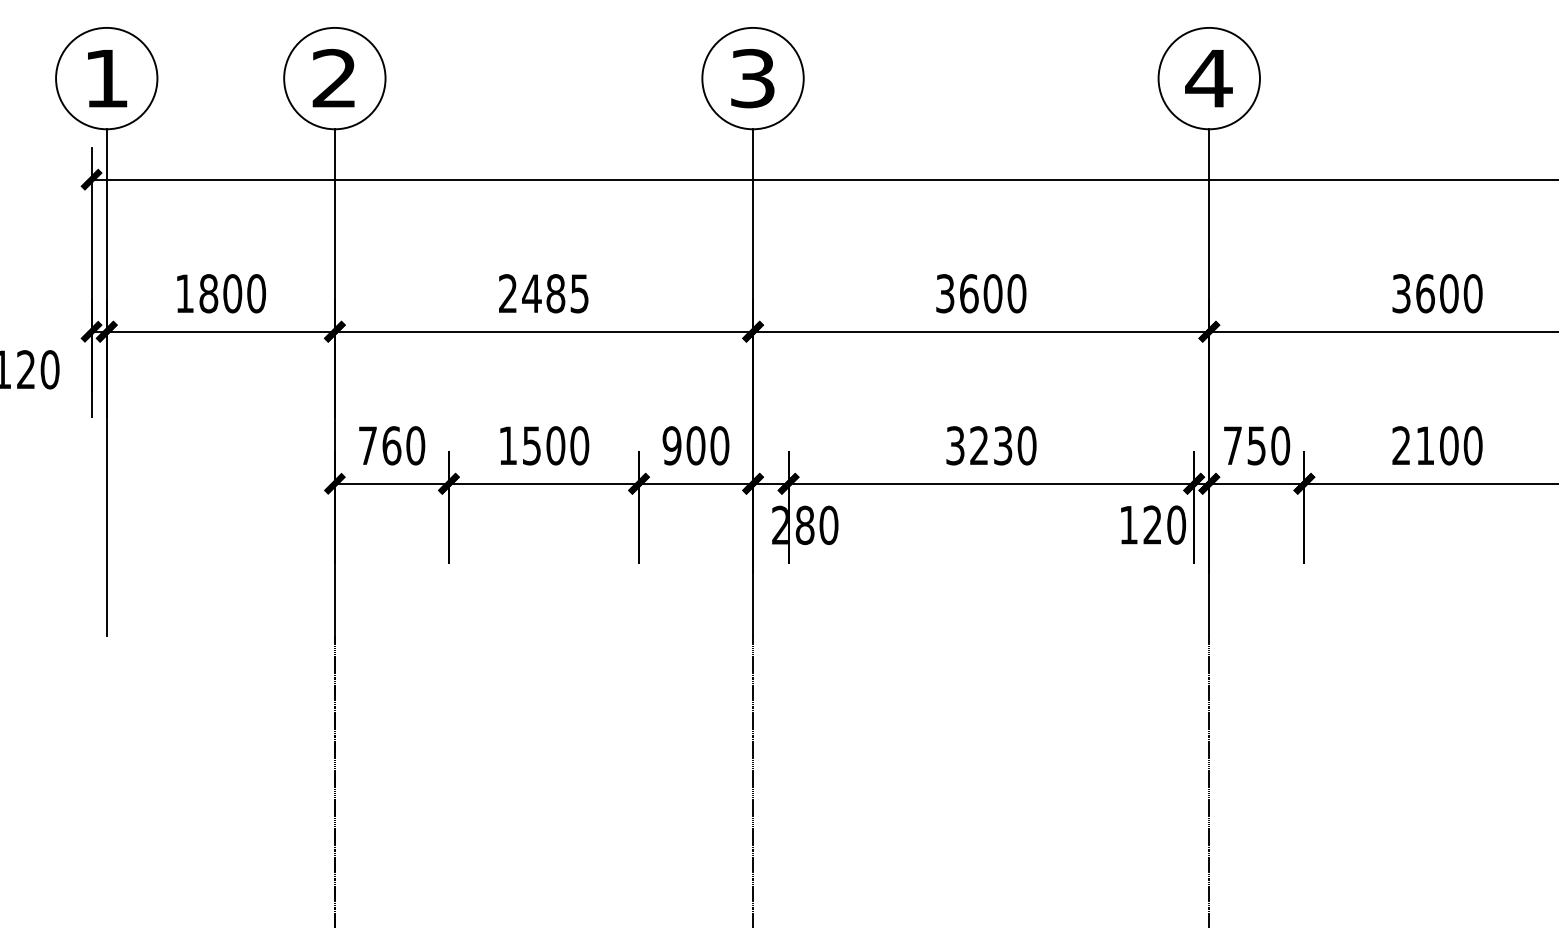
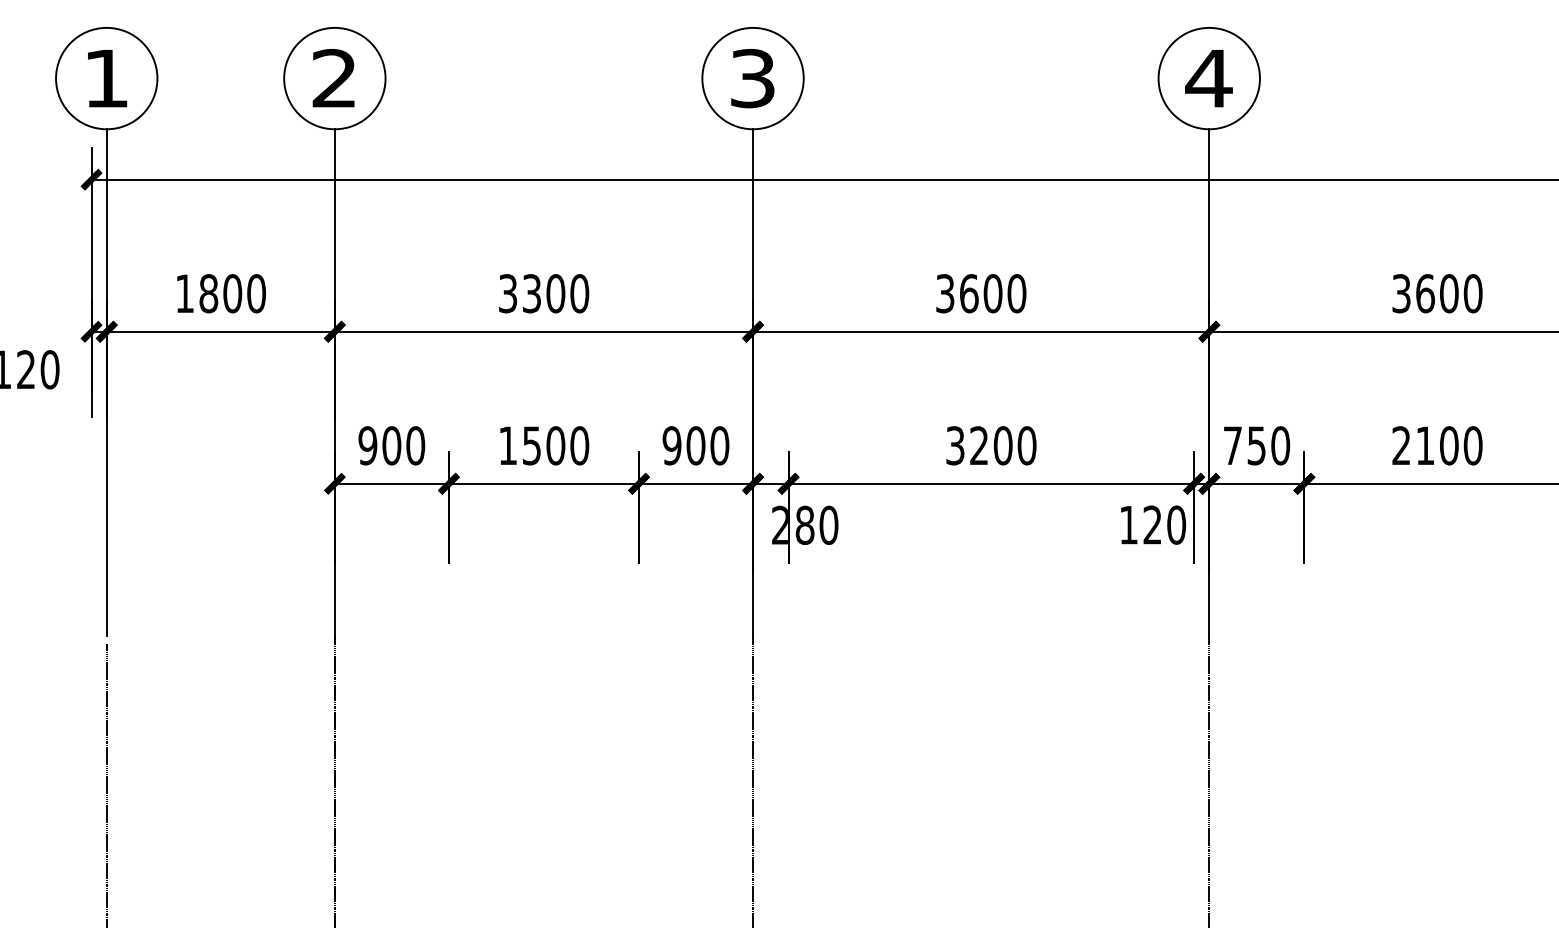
text at (544, 293): 2485 -> 3300
text at (379, 445): 760 -> 900
text at (1002, 445): 3230 -> 3200
line at (106, 784): none -> present
